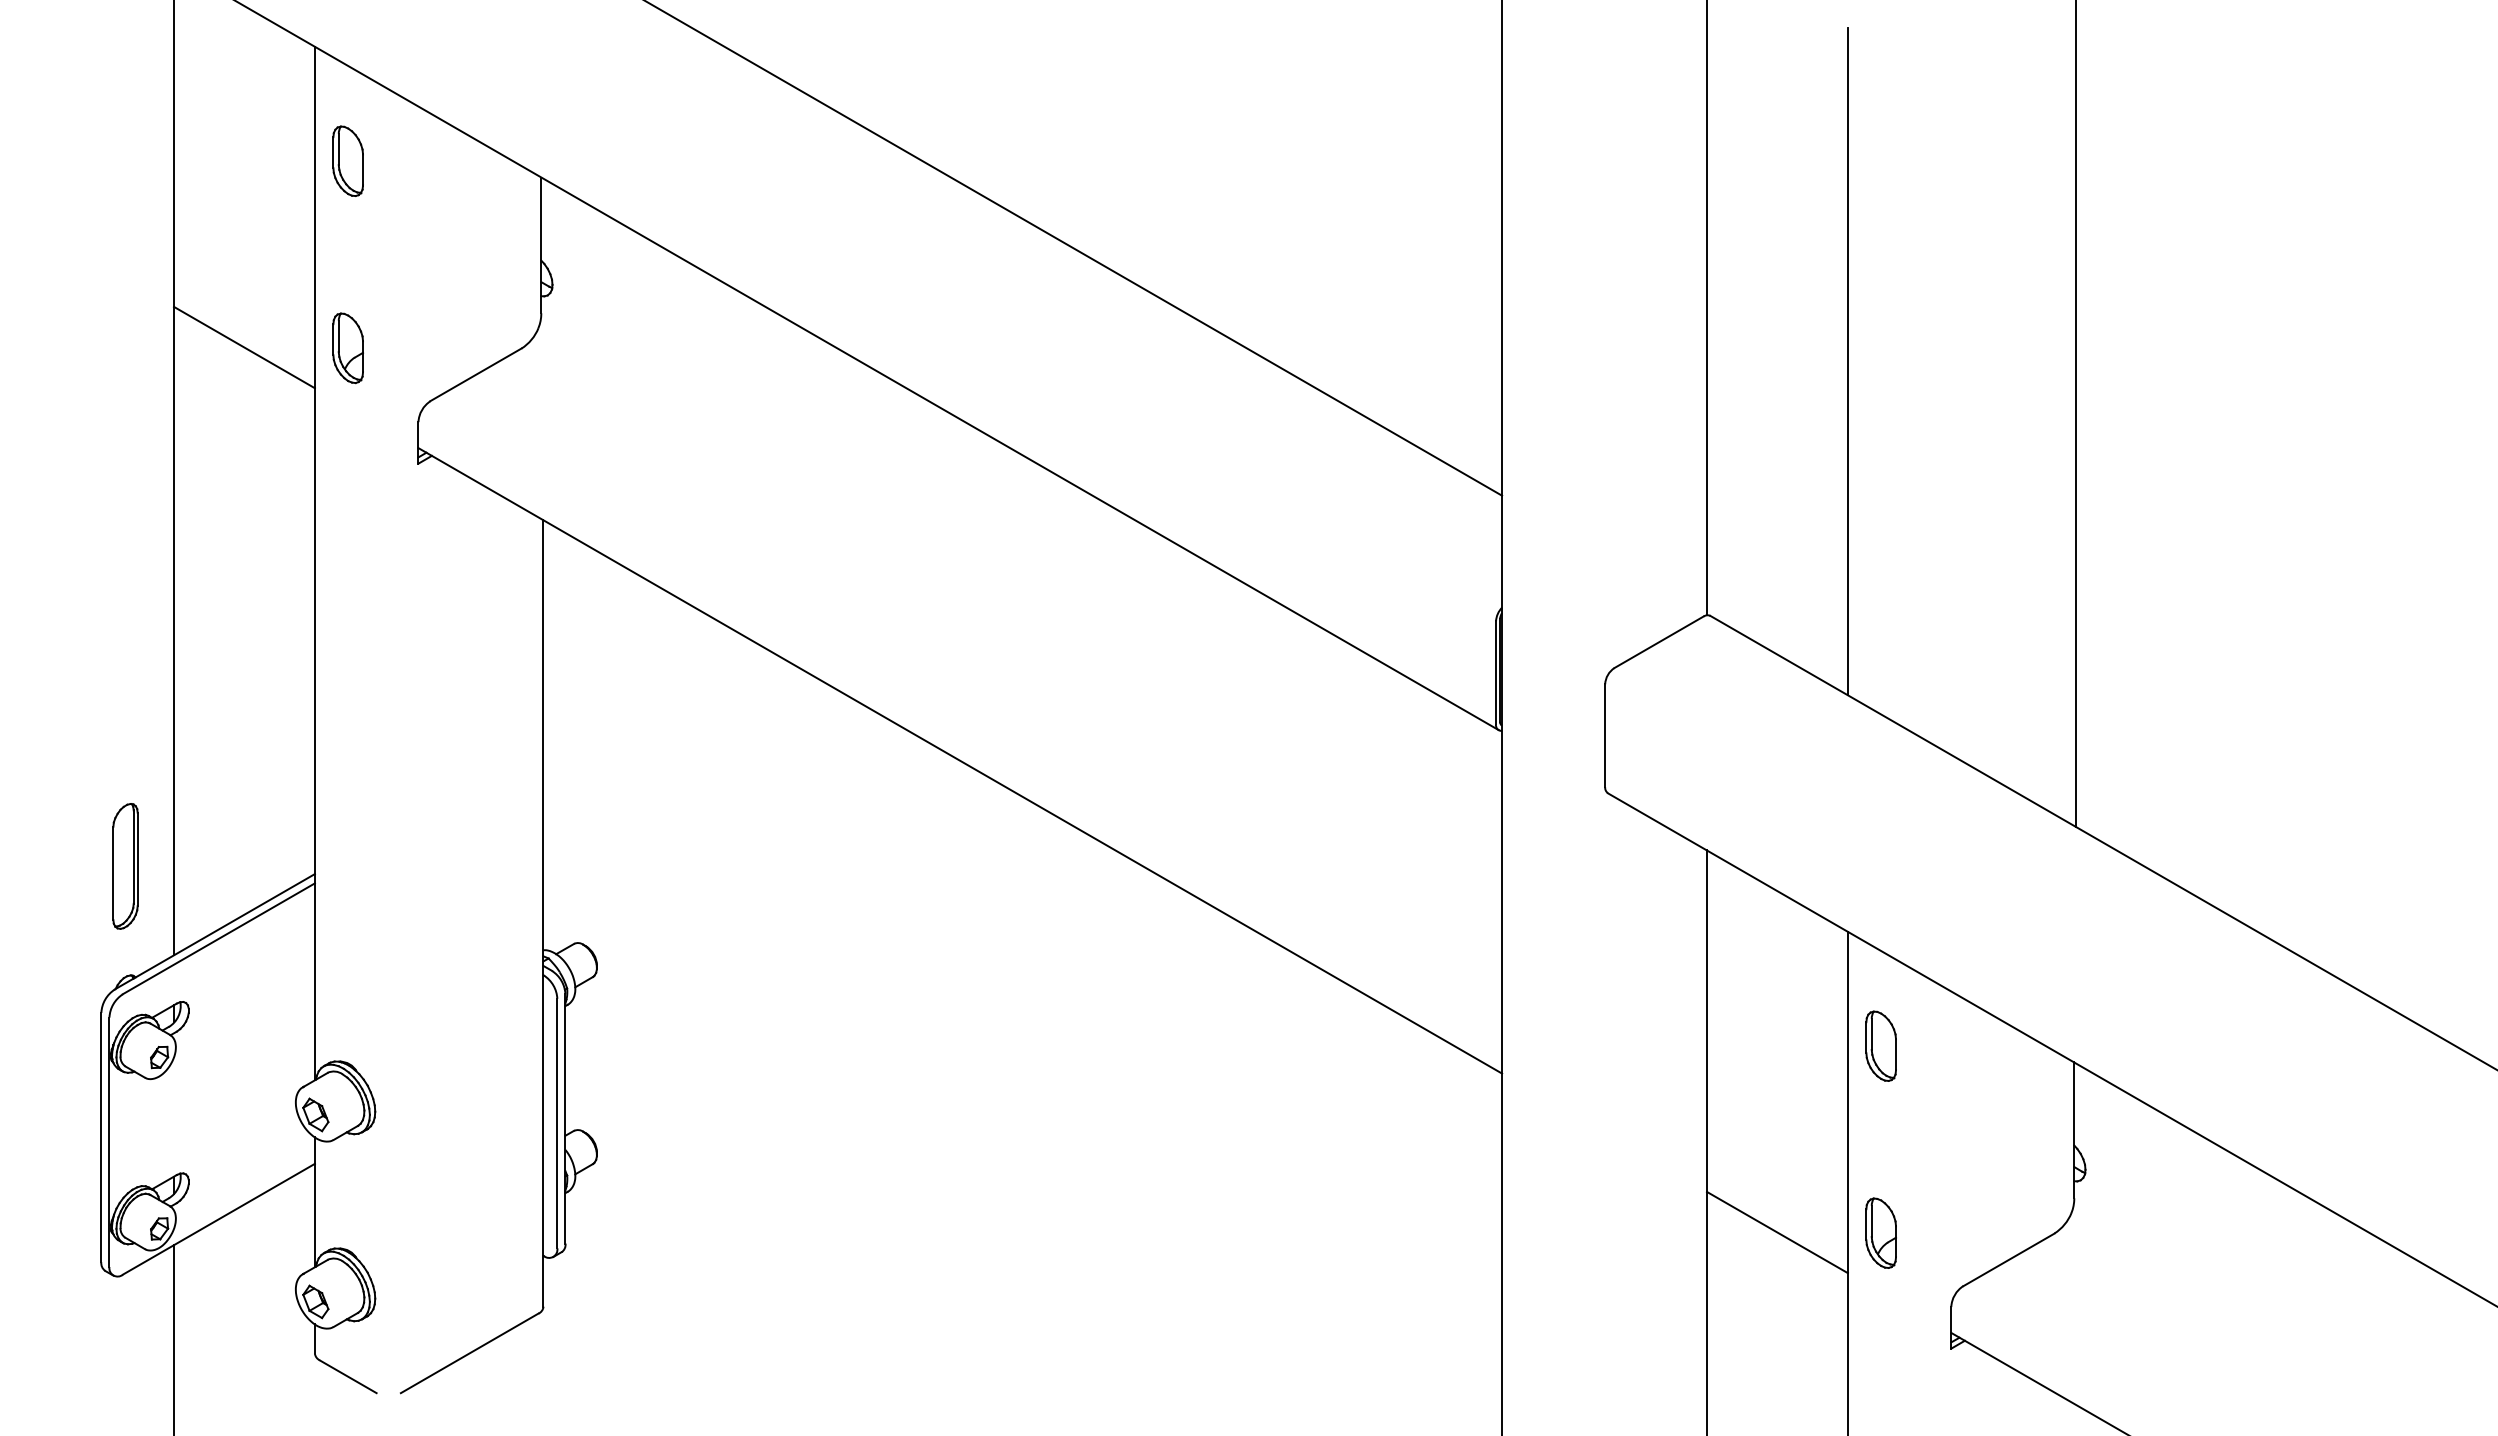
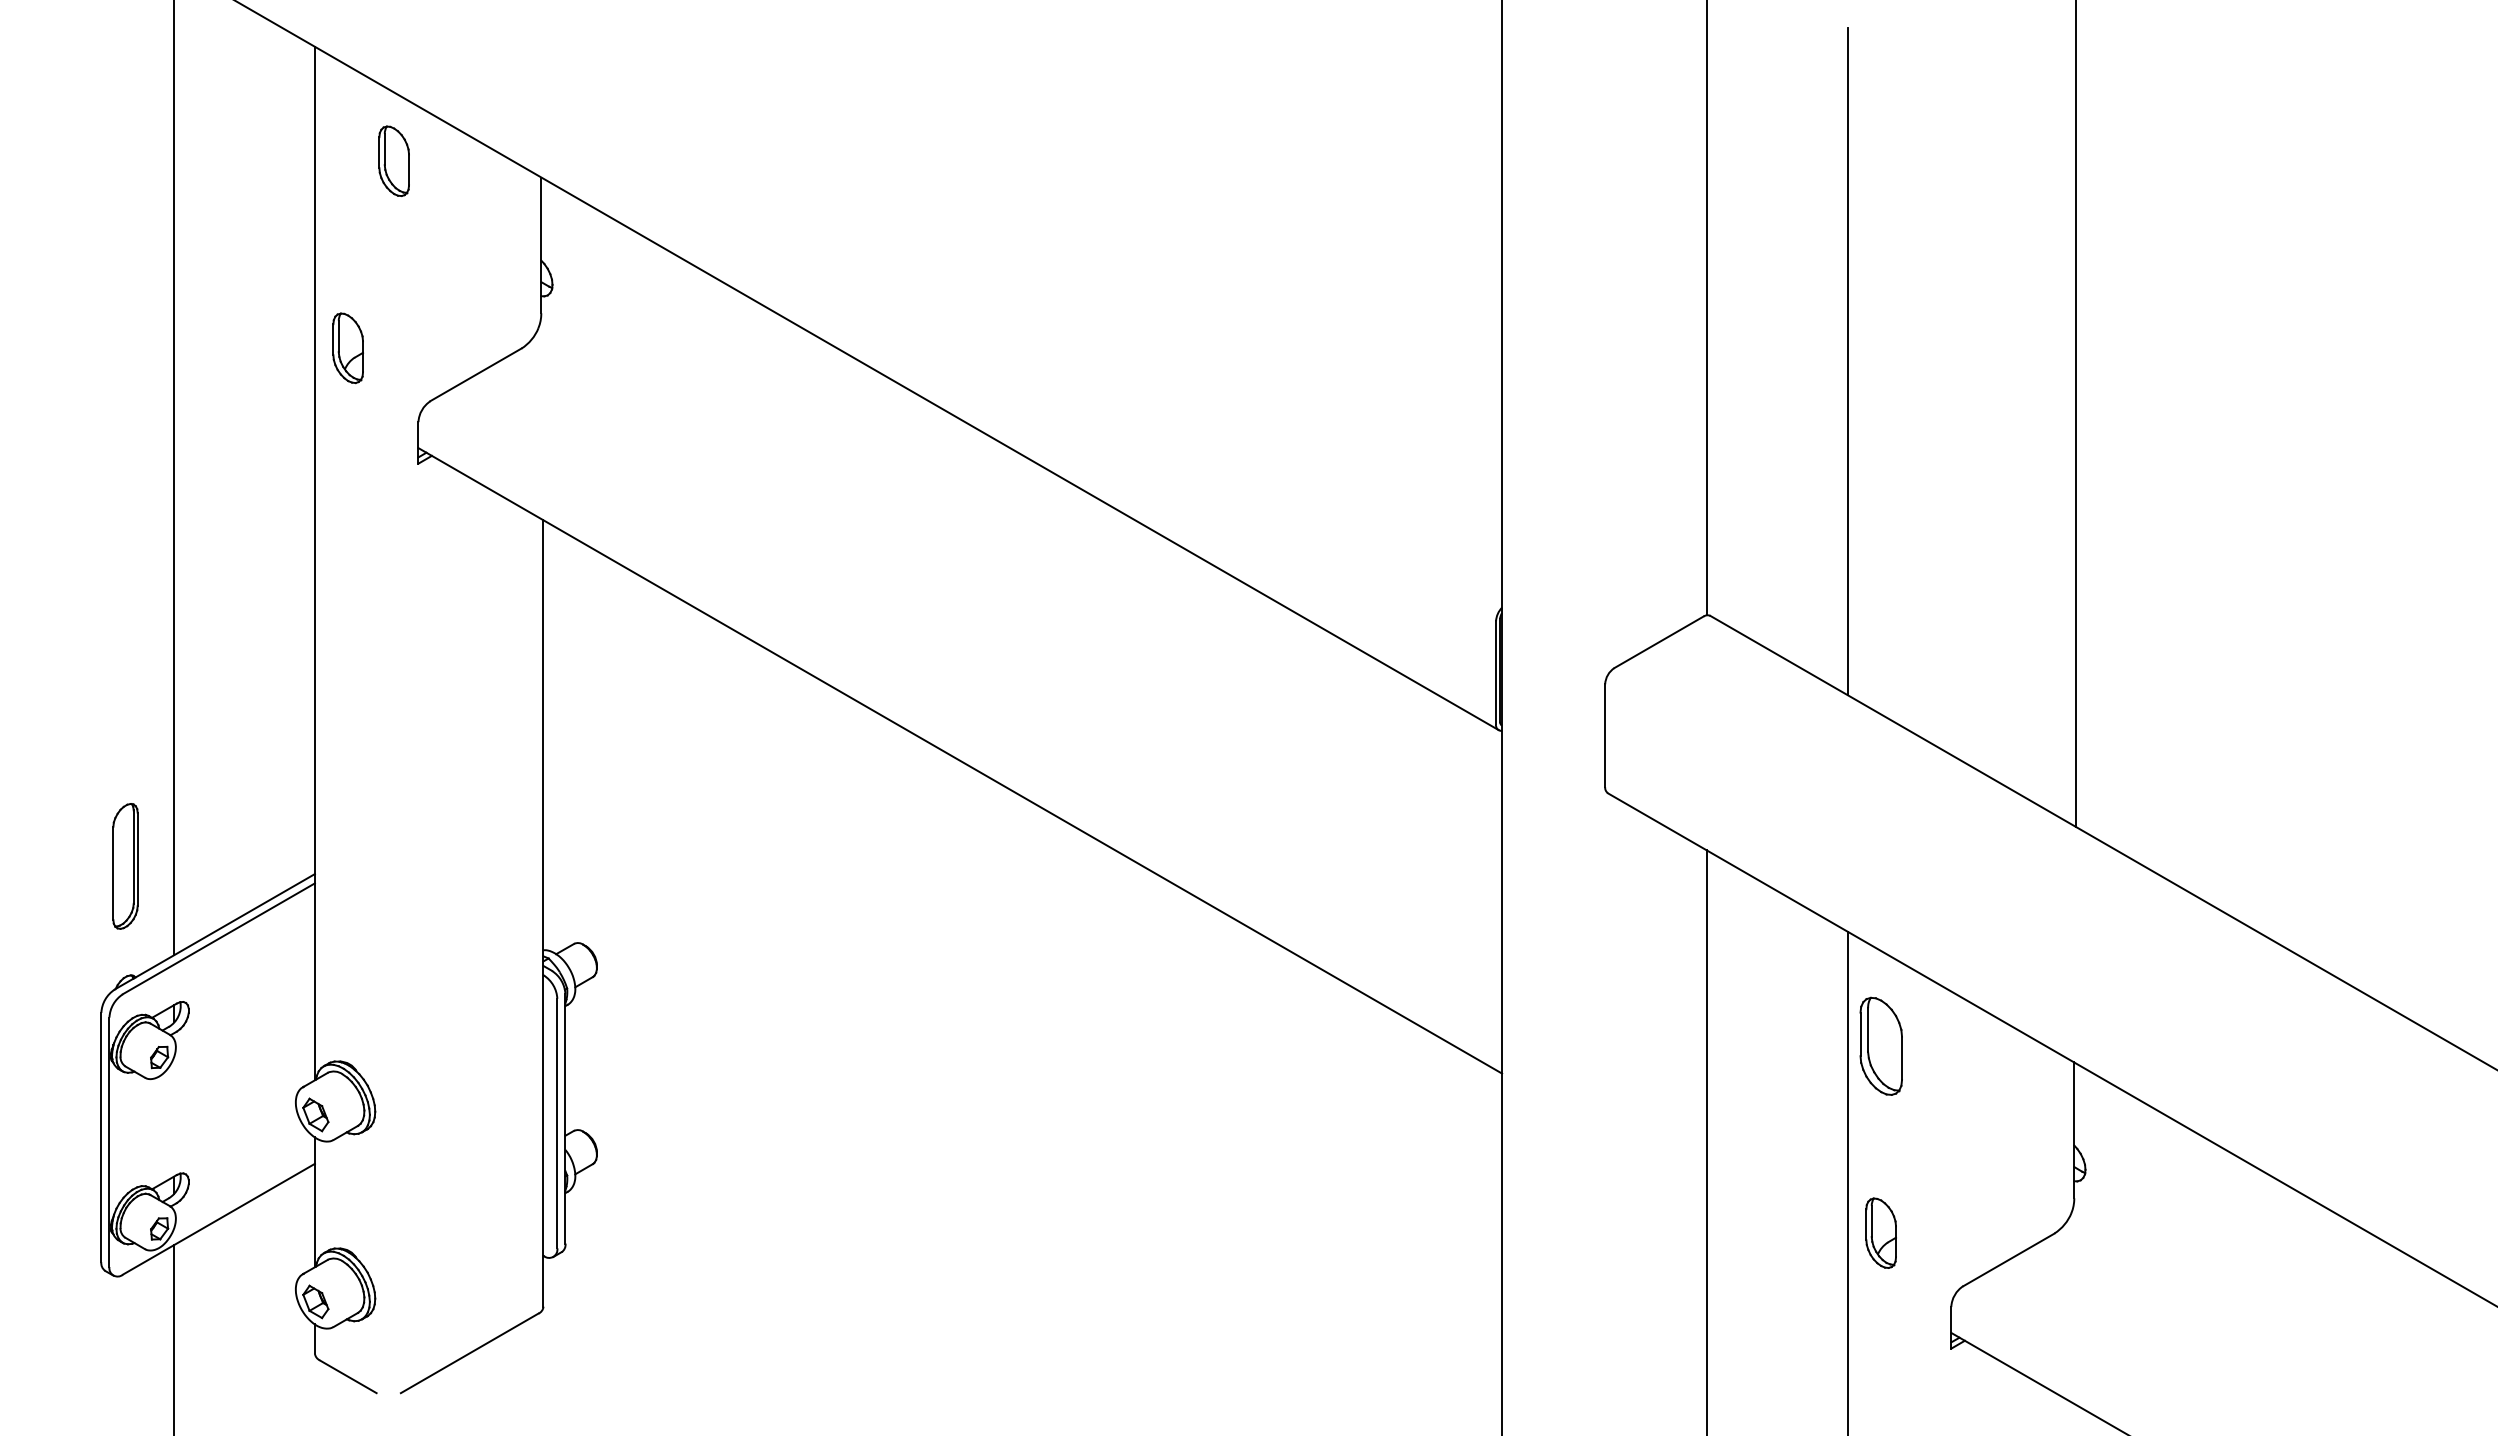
part at (347, 160) position: (347, 160) -> (393, 160)
line at (1074, 248): present -> none
line at (244, 347): present -> none
part at (1880, 1045) size: 32x72 px -> 44x100 px
line at (1777, 1232): present -> none
